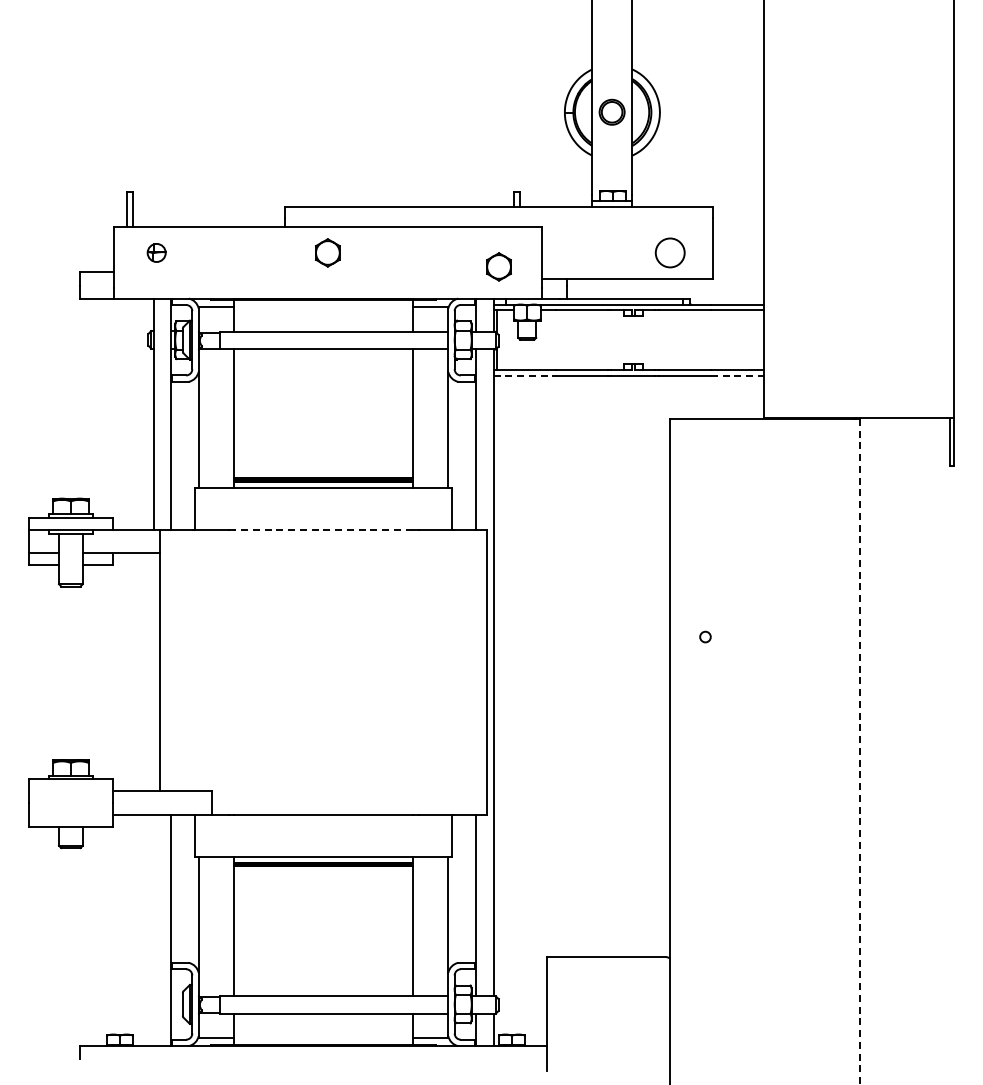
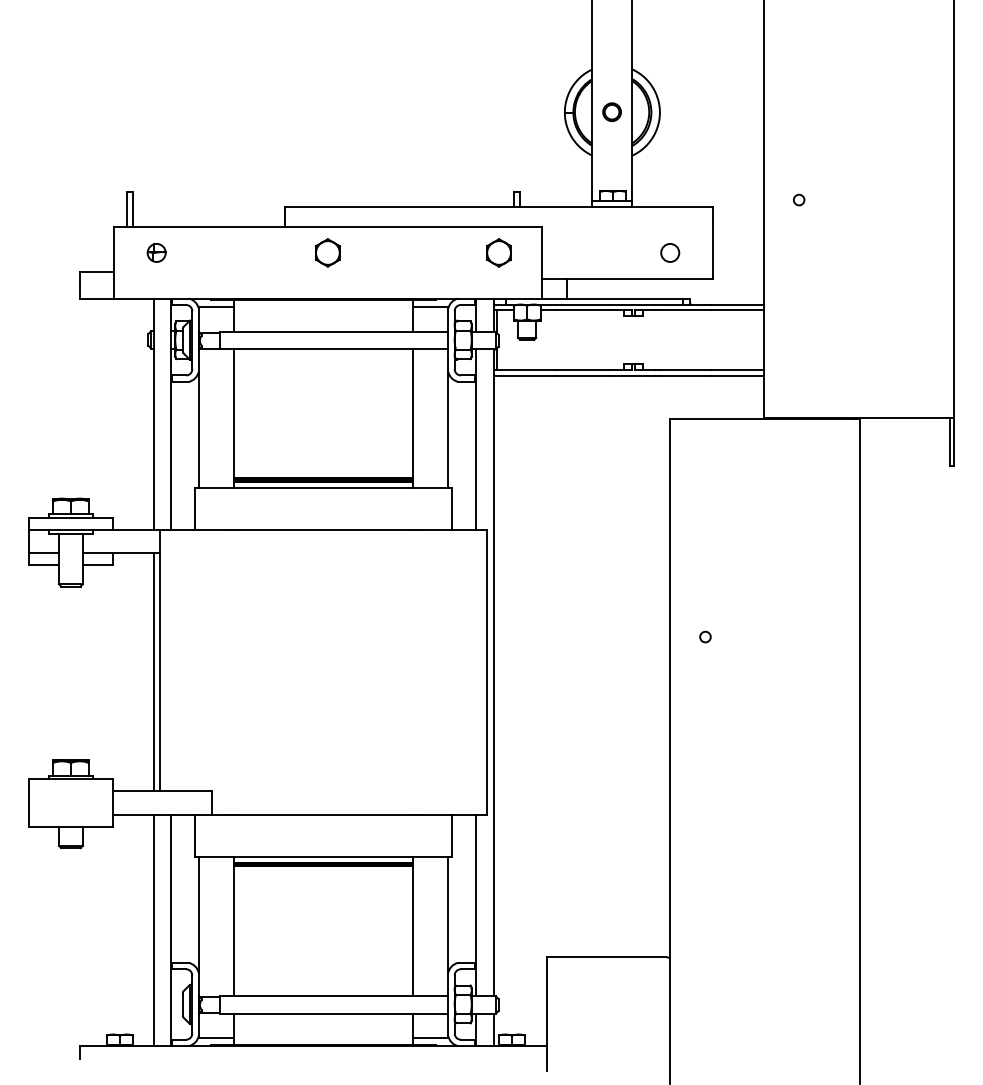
circle at (611, 111) size: 28x28 px -> 20x20 px
circle at (799, 199): none -> present
circle at (669, 252) diameter: 29 px -> 18 px
part at (498, 266) position: (498, 266) -> (498, 252)
line at (525, 375): dashed -> solid
line at (737, 375): dashed -> solid
line at (323, 529): dashed -> solid
line at (153, 672): none -> present
line at (860, 751): dashed -> solid
line at (153, 930): none -> present
